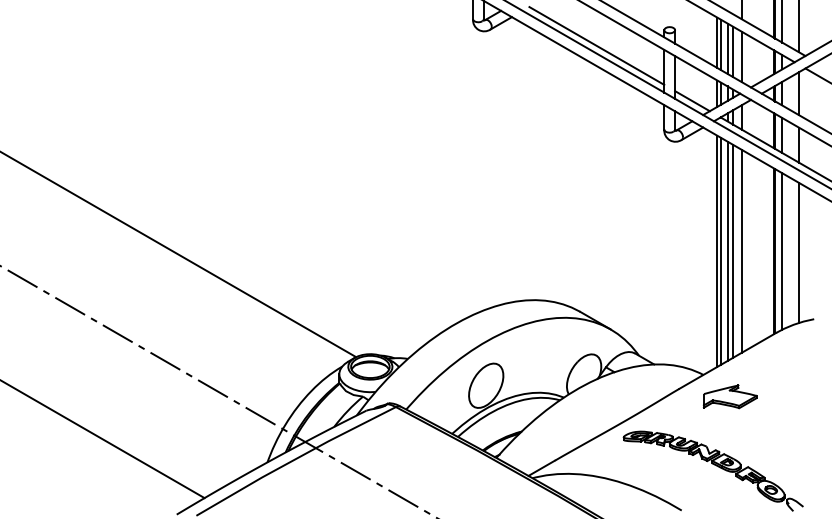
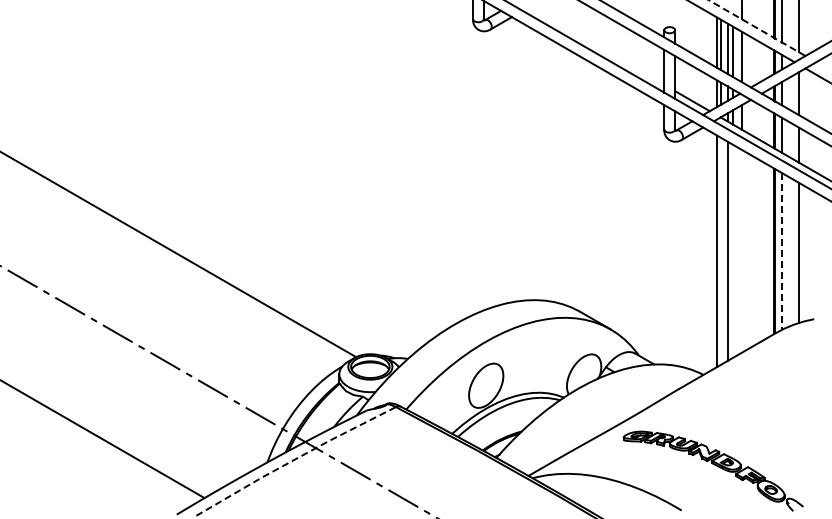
line at (757, 28): solid -> dashed
line at (596, 45): present -> none
line at (720, 250): present -> none
line at (733, 250): present -> none
line at (741, 250): present -> none
line at (782, 251): solid -> dashed
part at (729, 396): present -> none
line at (295, 459): solid -> dashed
